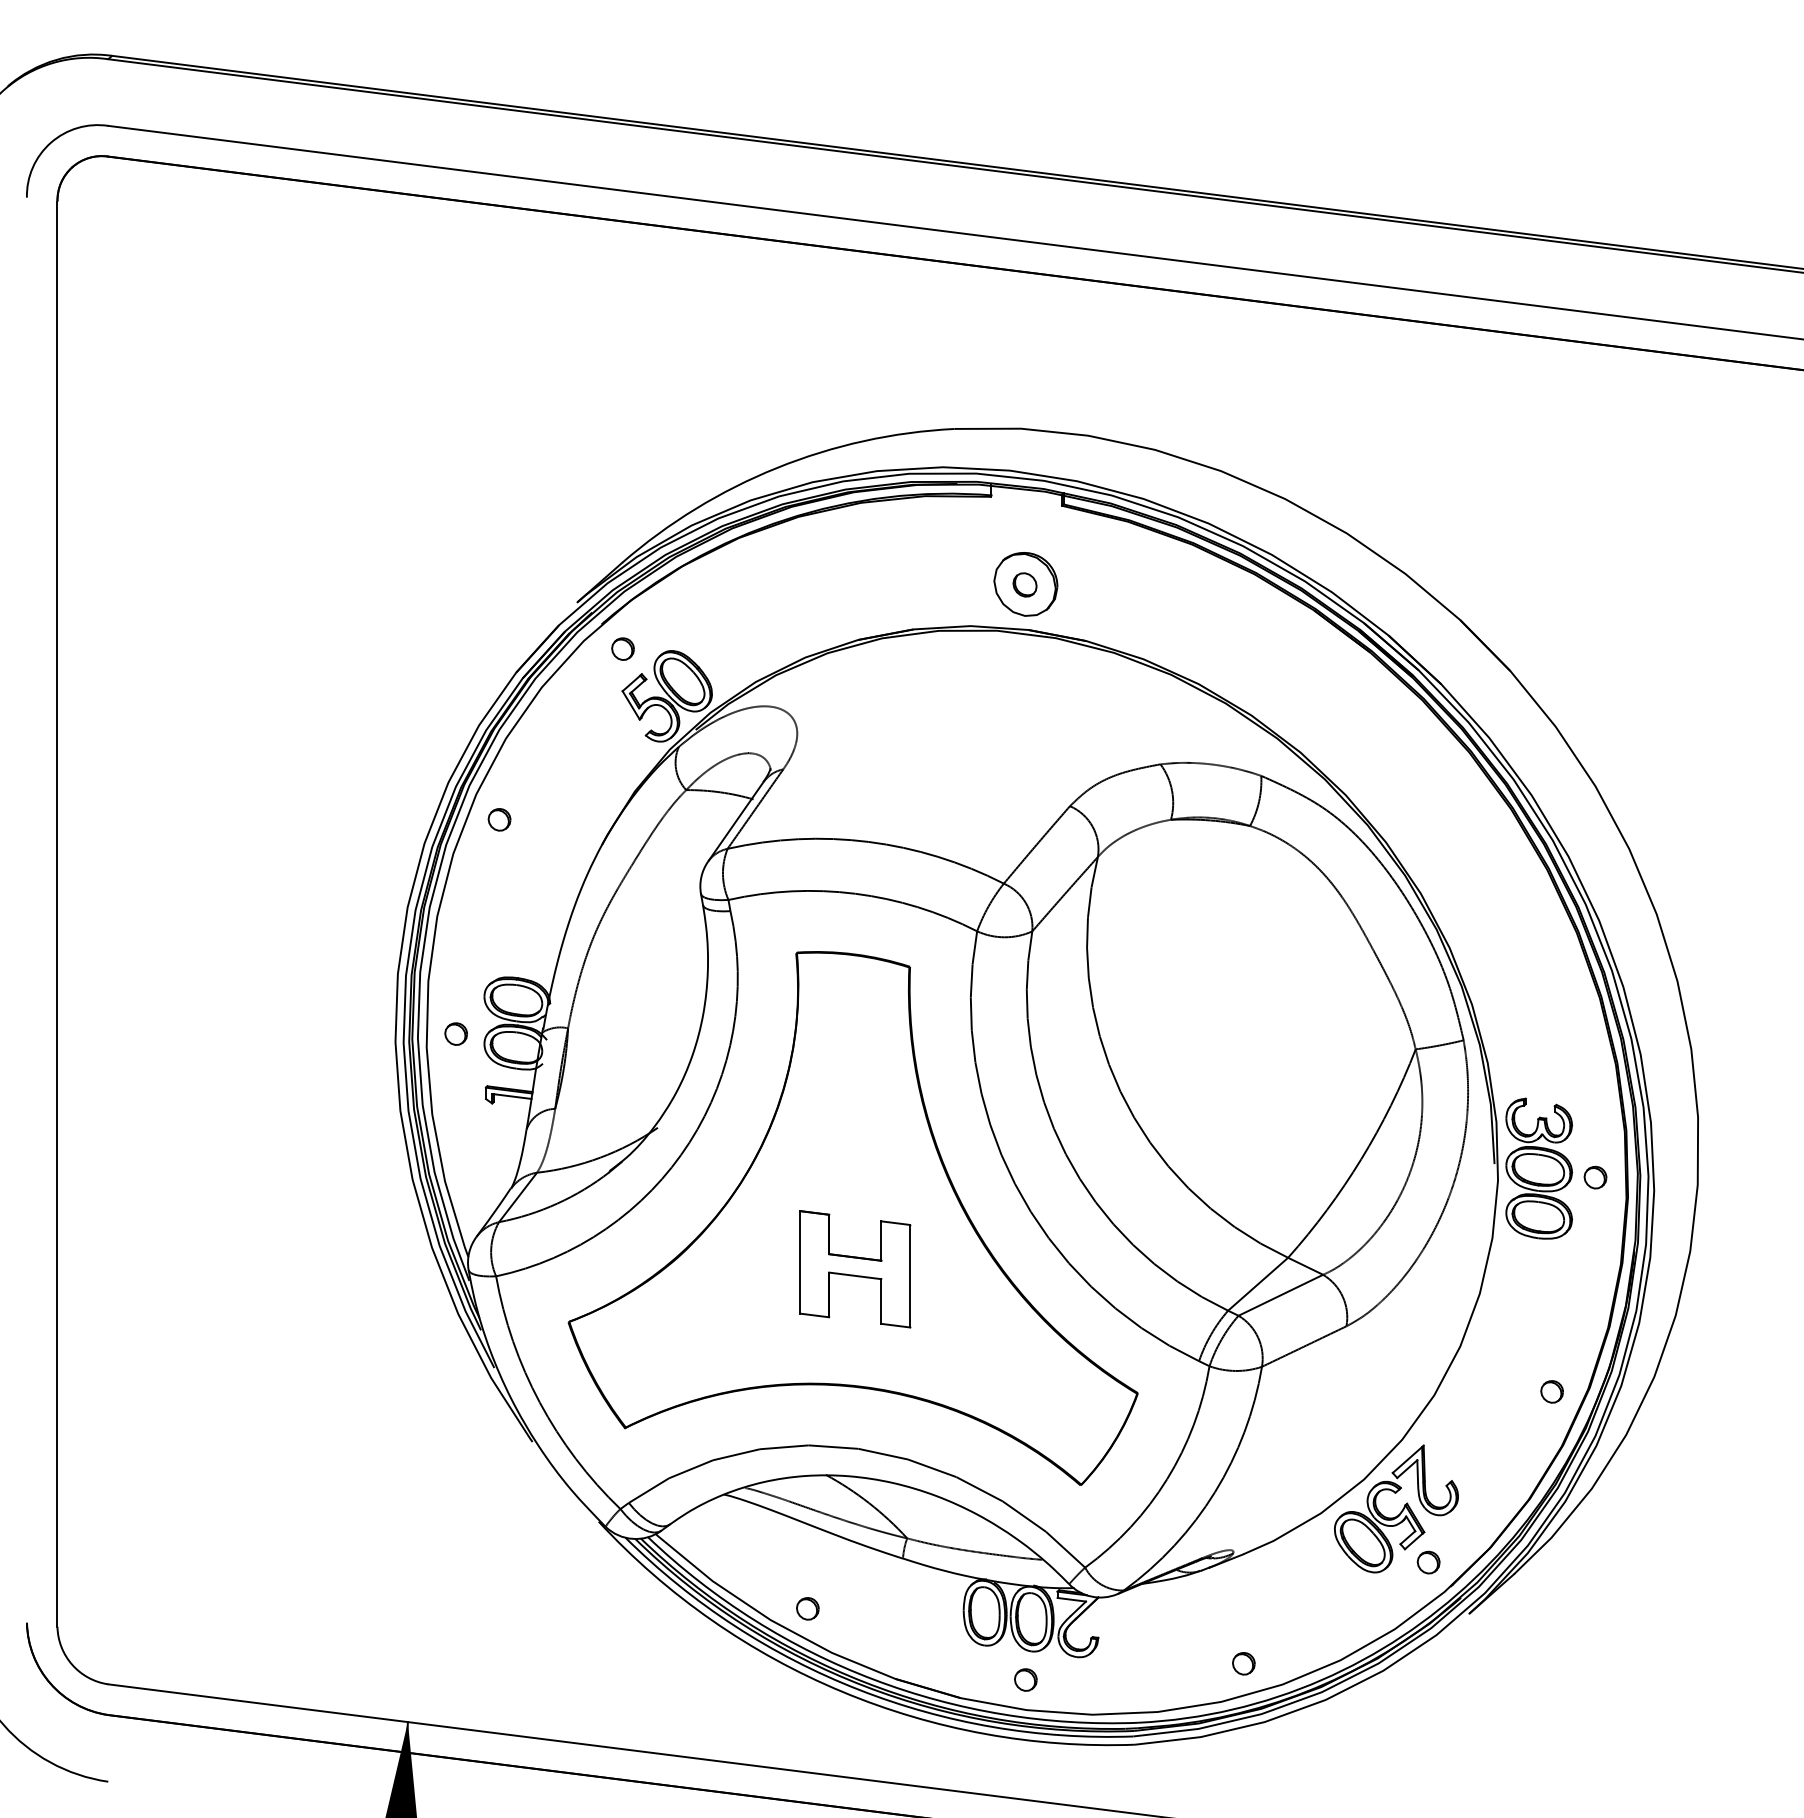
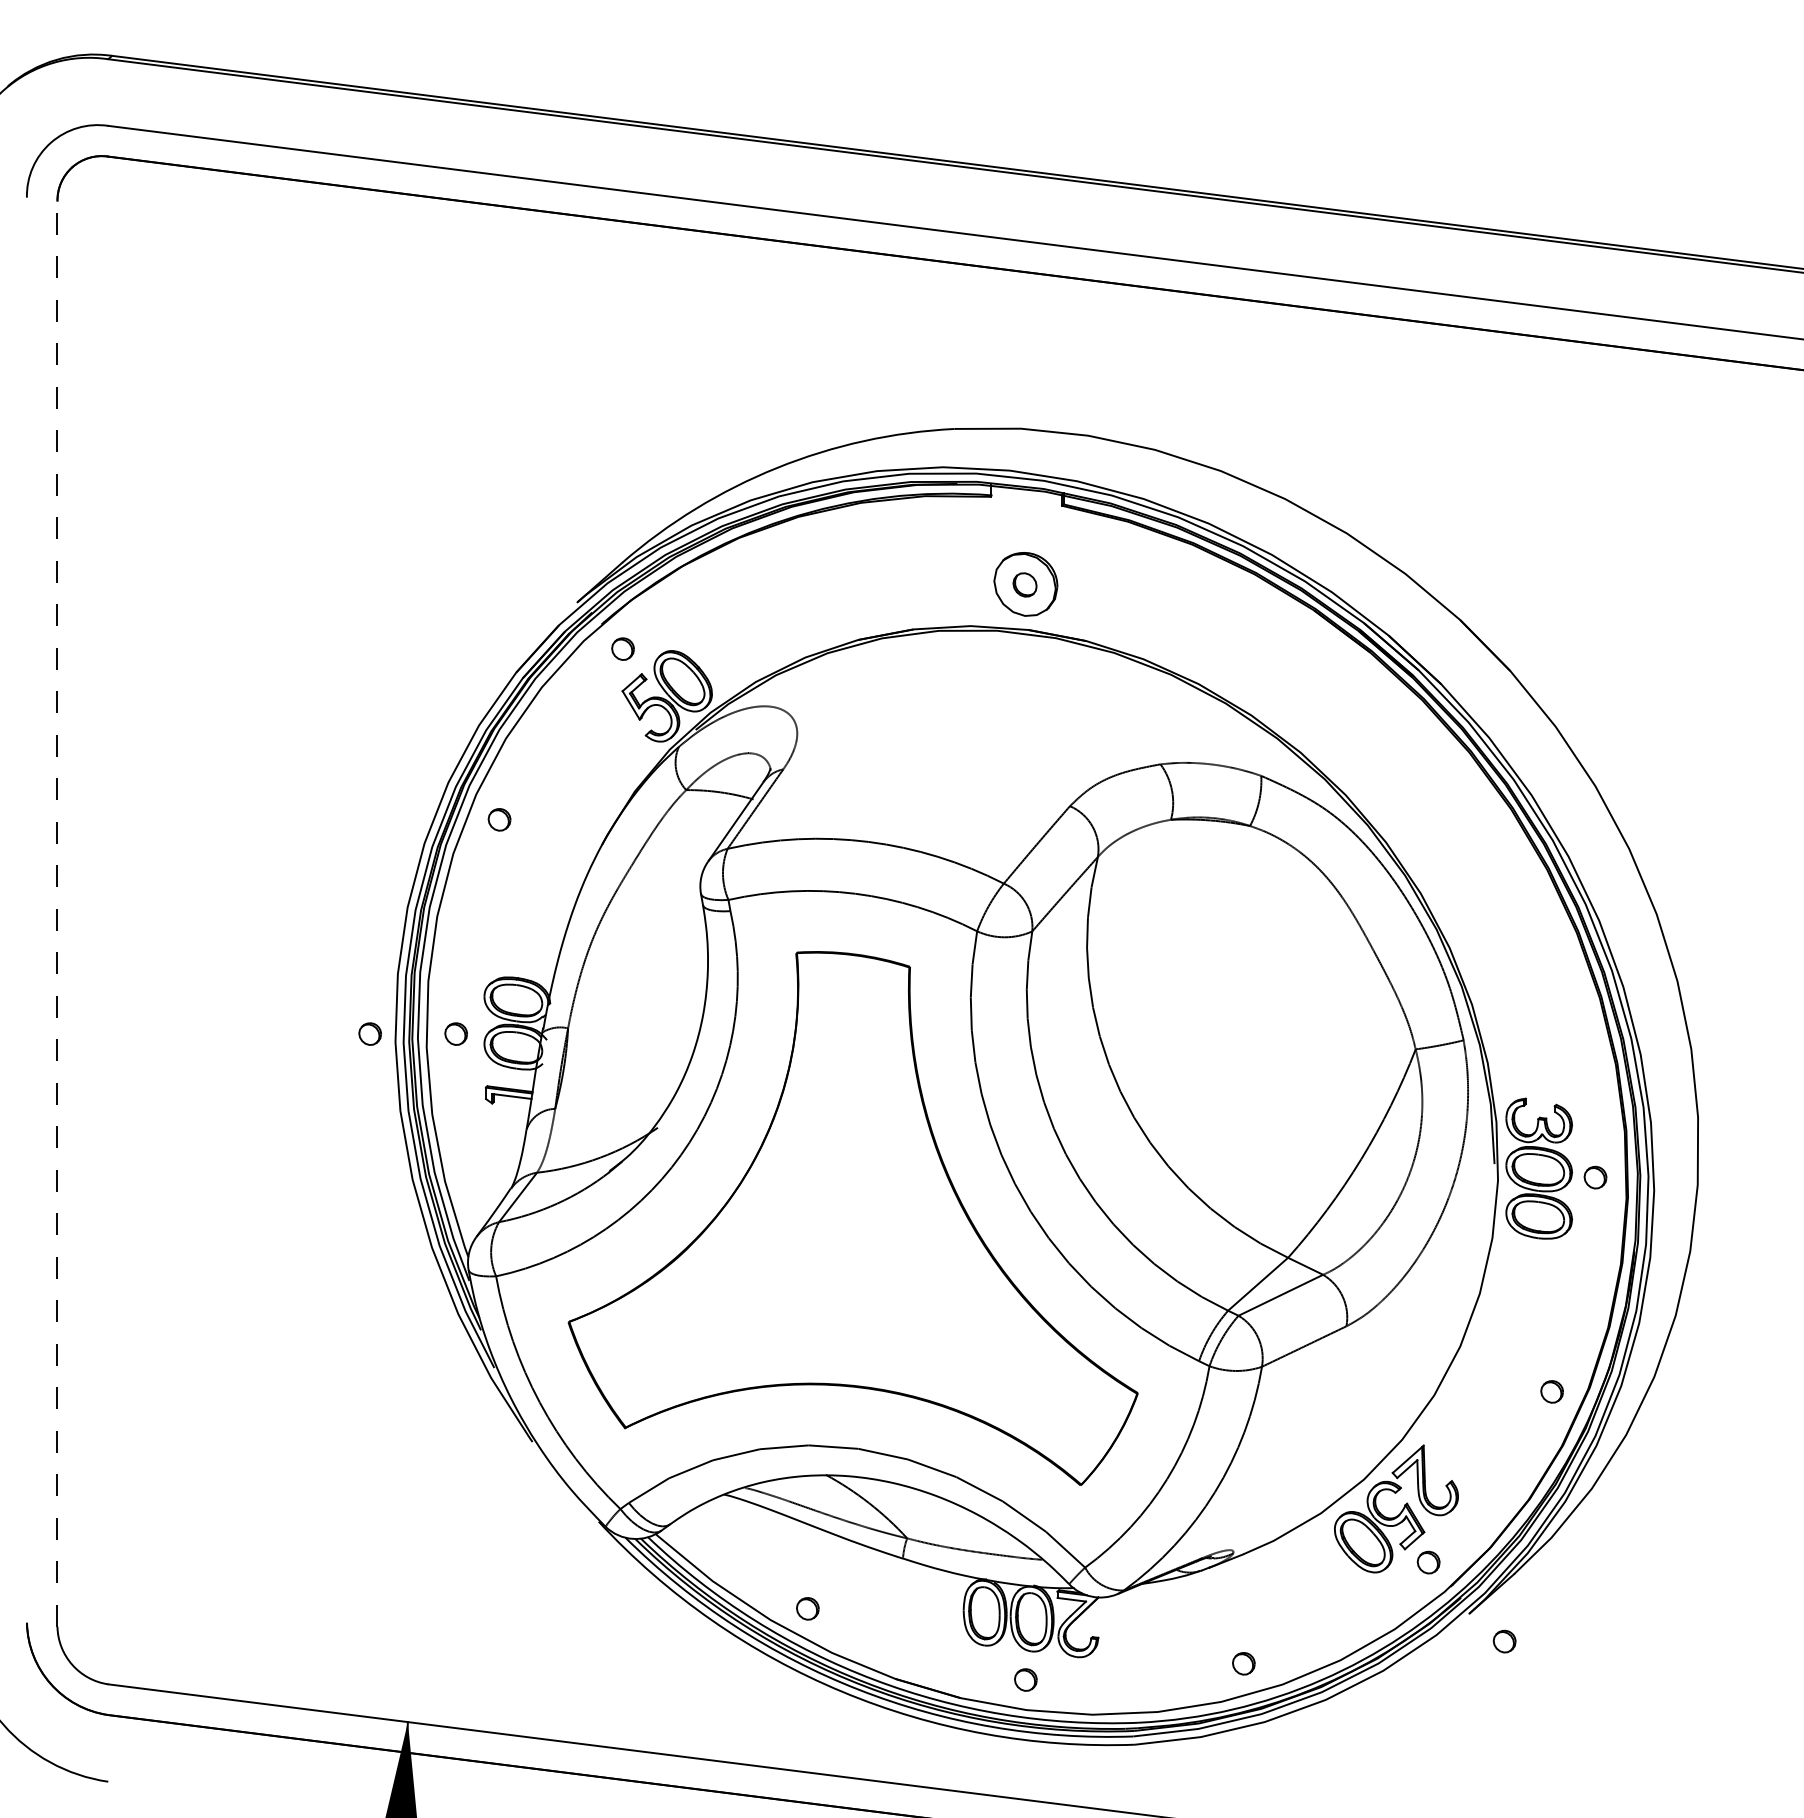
line at (57, 914): solid -> dashed
part at (369, 1033): none -> present
part at (855, 1269): present -> none
part at (1504, 1641): none -> present
